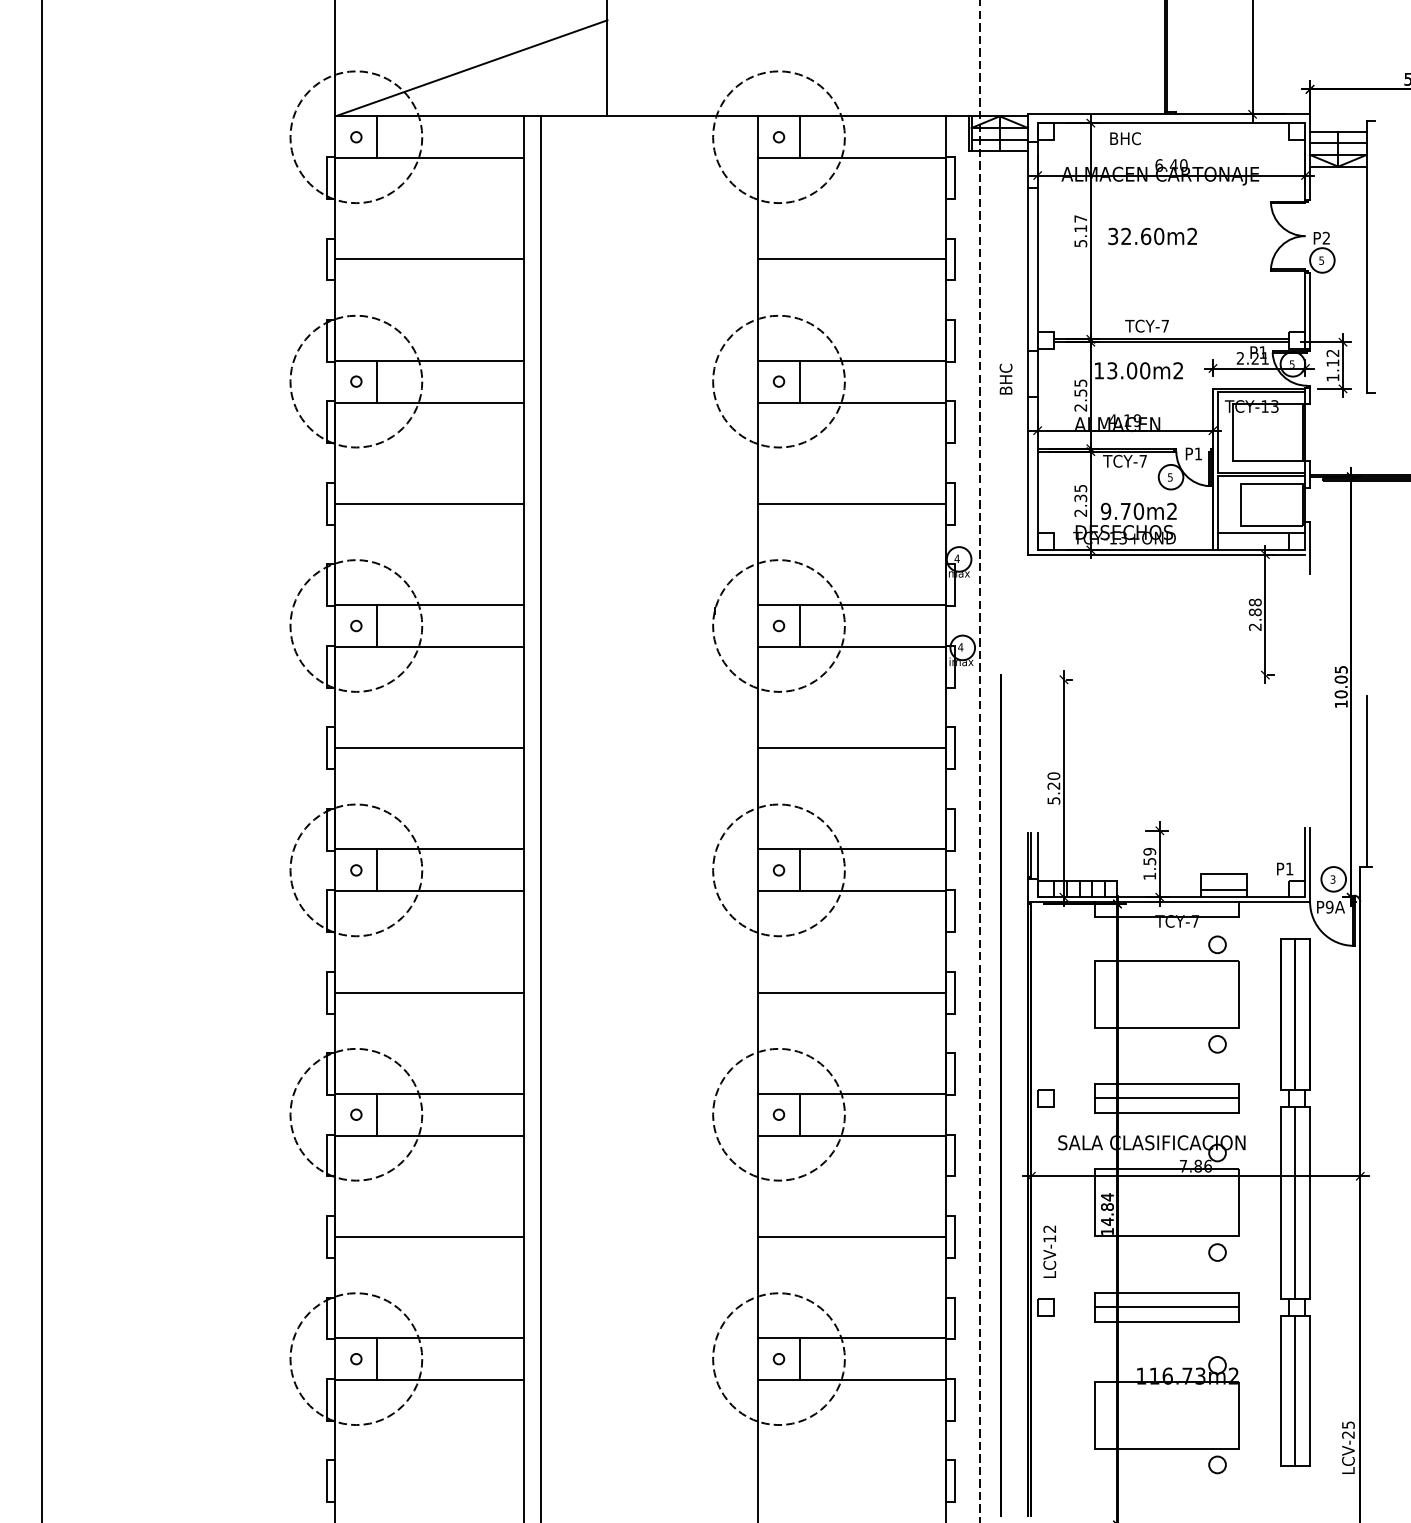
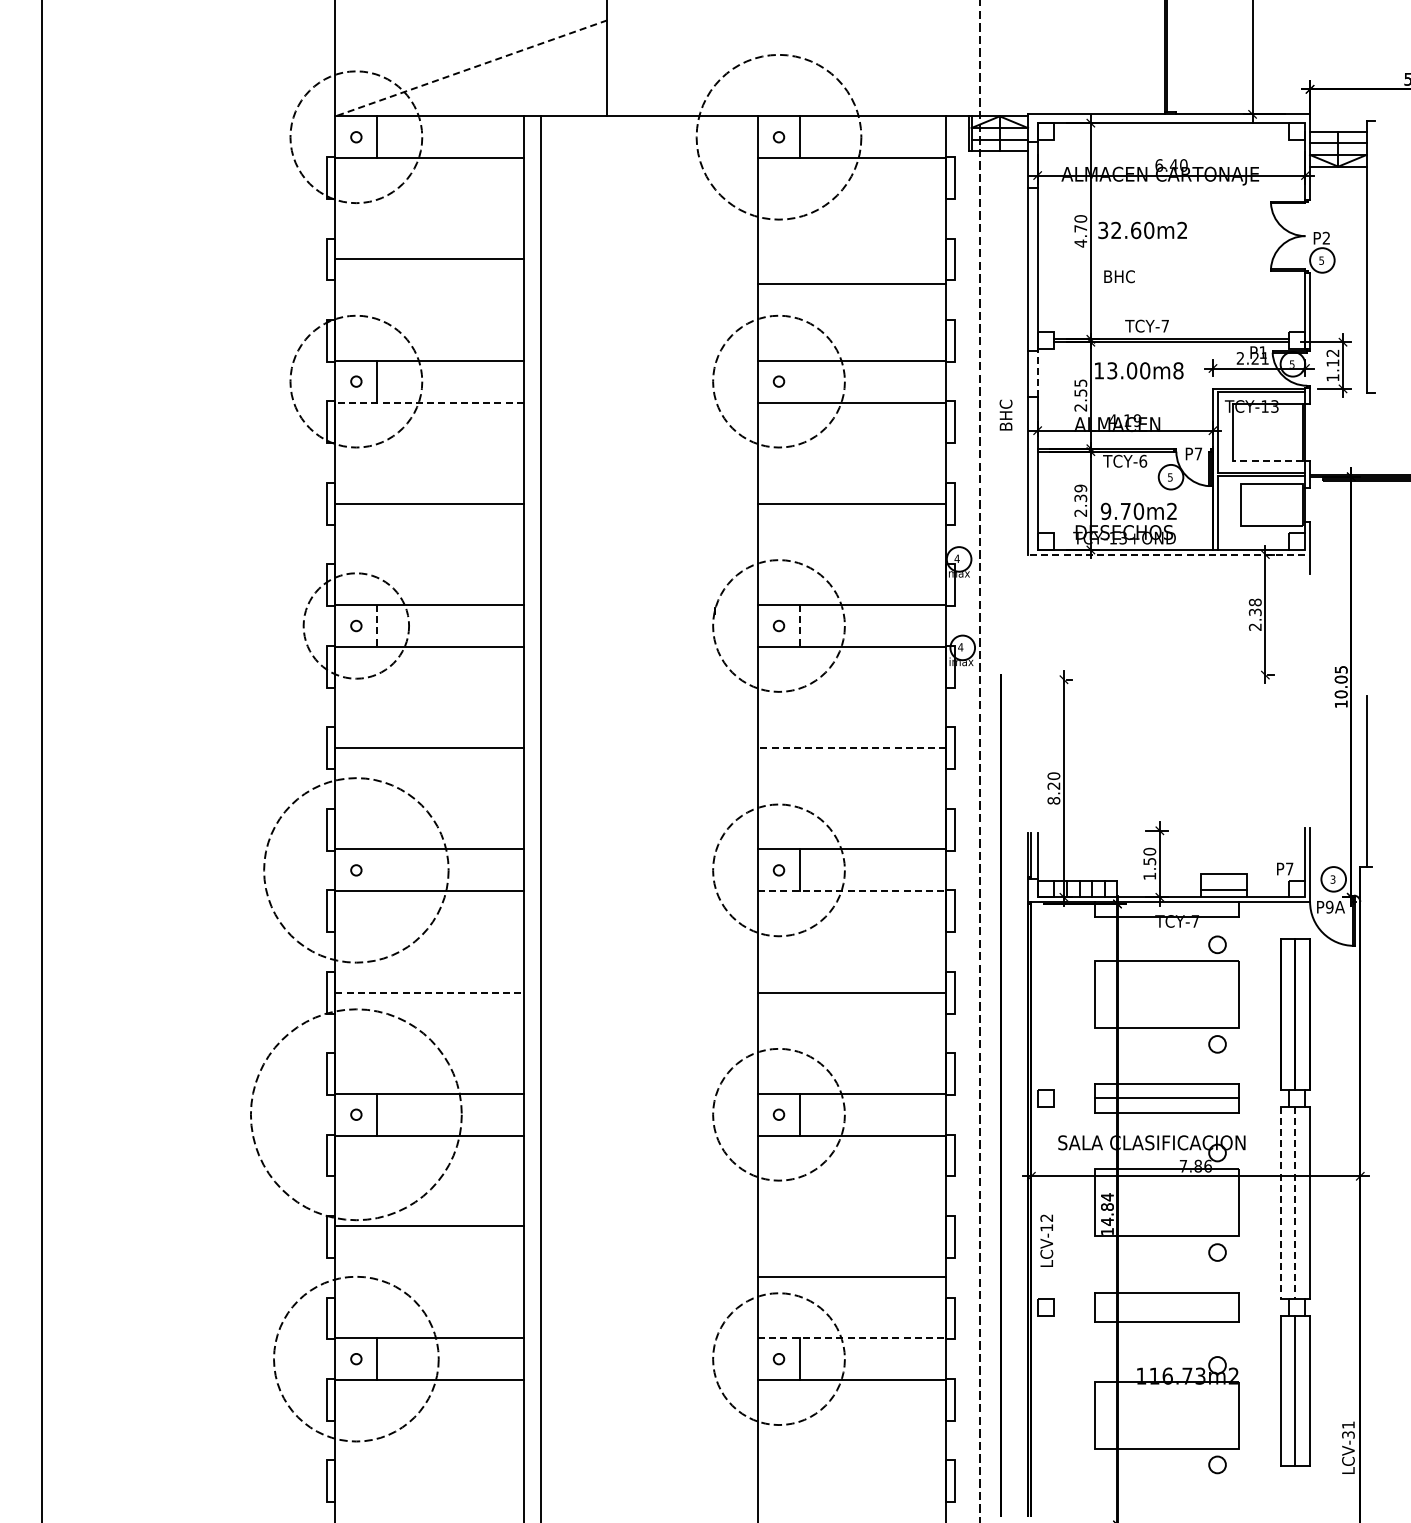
line at (470, 68): solid -> dashed
circle at (778, 137) diameter: 132 px -> 165 px
text at (1125, 138) position: (1125, 138) -> (1119, 276)
text at (1080, 231): 5.17 -> 4.70
text at (1152, 236) position: (1152, 236) -> (1142, 230)
line at (852, 259) position: (852, 259) -> (852, 284)
text at (1178, 370): 13.00m2 -> 13.00m8
line at (1037, 373): solid -> dashed
text at (1005, 378) position: (1005, 378) -> (1005, 414)
line at (799, 381): present -> none
line at (429, 402): solid -> dashed
text at (1198, 453): P1 -> P7
text at (1143, 460): TCY-7 -> TCY-6
line at (1267, 460): solid -> dashed
text at (1080, 488): 2.35 -> 2.39
line at (1252, 533): present -> none
line at (1166, 554): solid -> dashed
text at (1255, 612): 2.88 -> 2.38
circle at (356, 625) diameter: 132 px -> 105 px
line at (377, 626): solid -> dashed
line at (799, 626): solid -> dashed
line at (851, 748): solid -> dashed
text at (1053, 800): 5.20 -> 8.20
text at (1149, 851): 1.59 -> 1.50
text at (1289, 868): P1 -> P7
circle at (356, 870) diameter: 132 px -> 185 px
line at (377, 870): present -> none
line at (852, 891): solid -> dashed
line at (430, 992): solid -> dashed
circle at (356, 1114) diameter: 132 px -> 211 px
line at (1280, 1203): solid -> dashed
line at (1295, 1203): solid -> dashed
line at (429, 1236) position: (429, 1236) -> (429, 1225)
line at (852, 1236) position: (852, 1236) -> (852, 1276)
text at (1049, 1251) position: (1049, 1251) -> (1046, 1240)
line at (1166, 1307): present -> none
line at (852, 1338): solid -> dashed
circle at (356, 1359) diameter: 132 px -> 165 px
text at (1348, 1429): LCV-25 -> LCV-31
